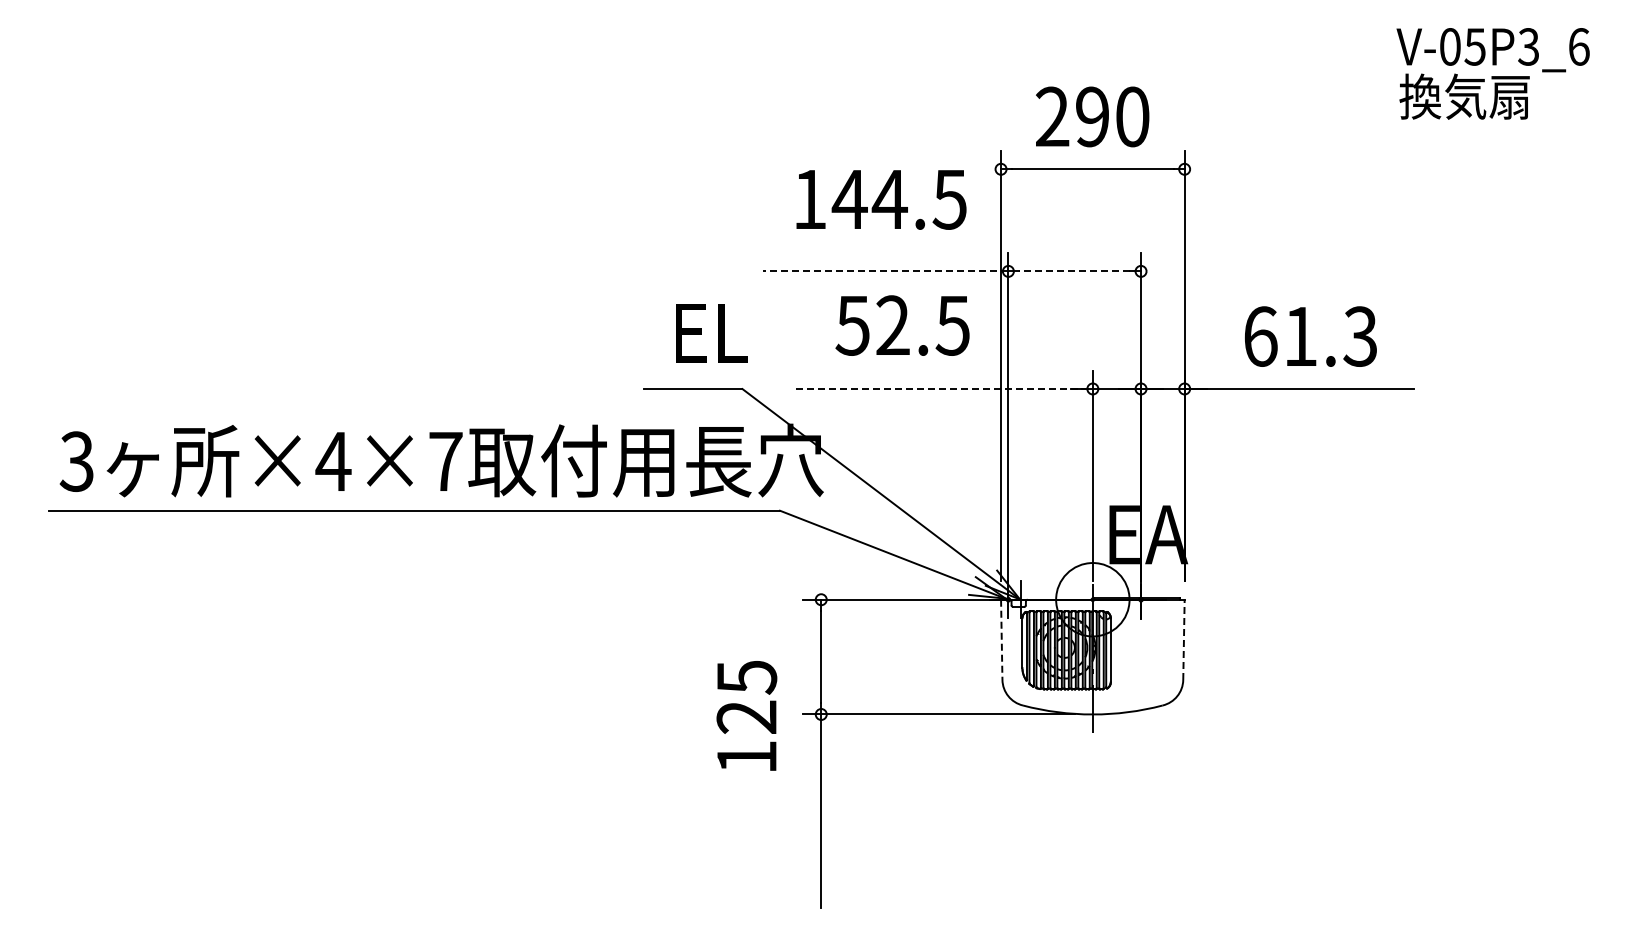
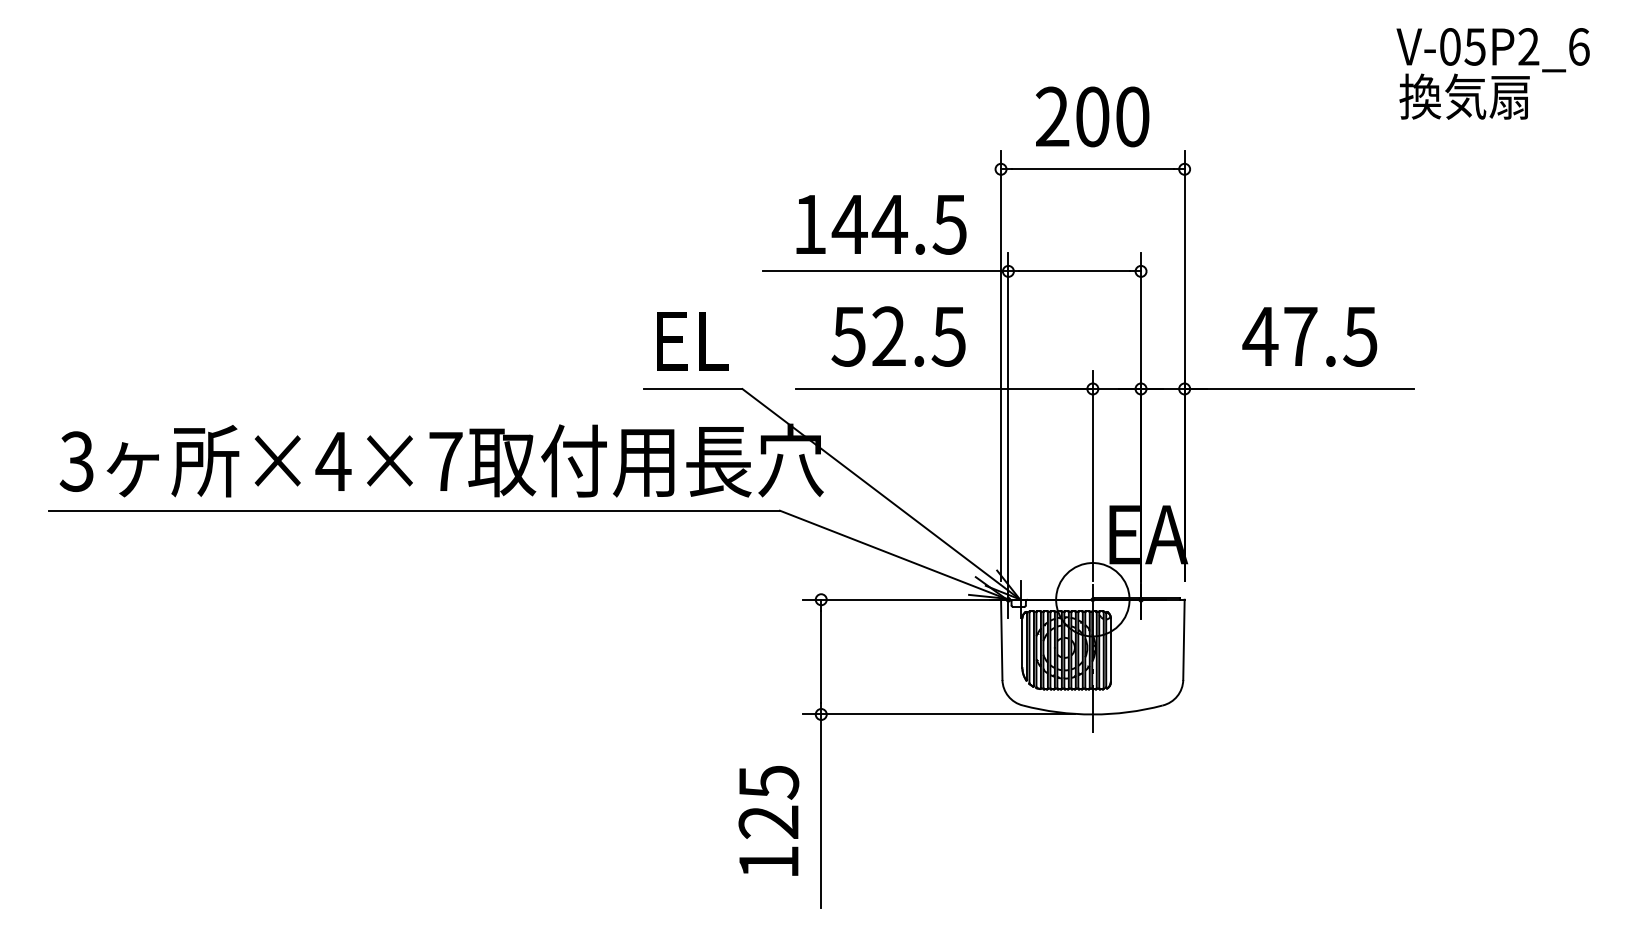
text at (1528, 46): V-05P3_6 -> V-05P2_6
text at (1092, 116): 290 -> 200
text at (881, 199) position: (881, 199) -> (881, 224)
line at (885, 271): dashed -> solid
line at (1074, 271): dashed -> solid
text at (902, 325) position: (902, 325) -> (898, 336)
text at (711, 333) position: (711, 333) -> (692, 341)
text at (1309, 336): 61.3 -> 47.5
line at (944, 388): dashed -> solid
line at (1183, 639): dashed -> solid
line at (1001, 640): dashed -> solid
text at (746, 715) position: (746, 715) -> (768, 820)
